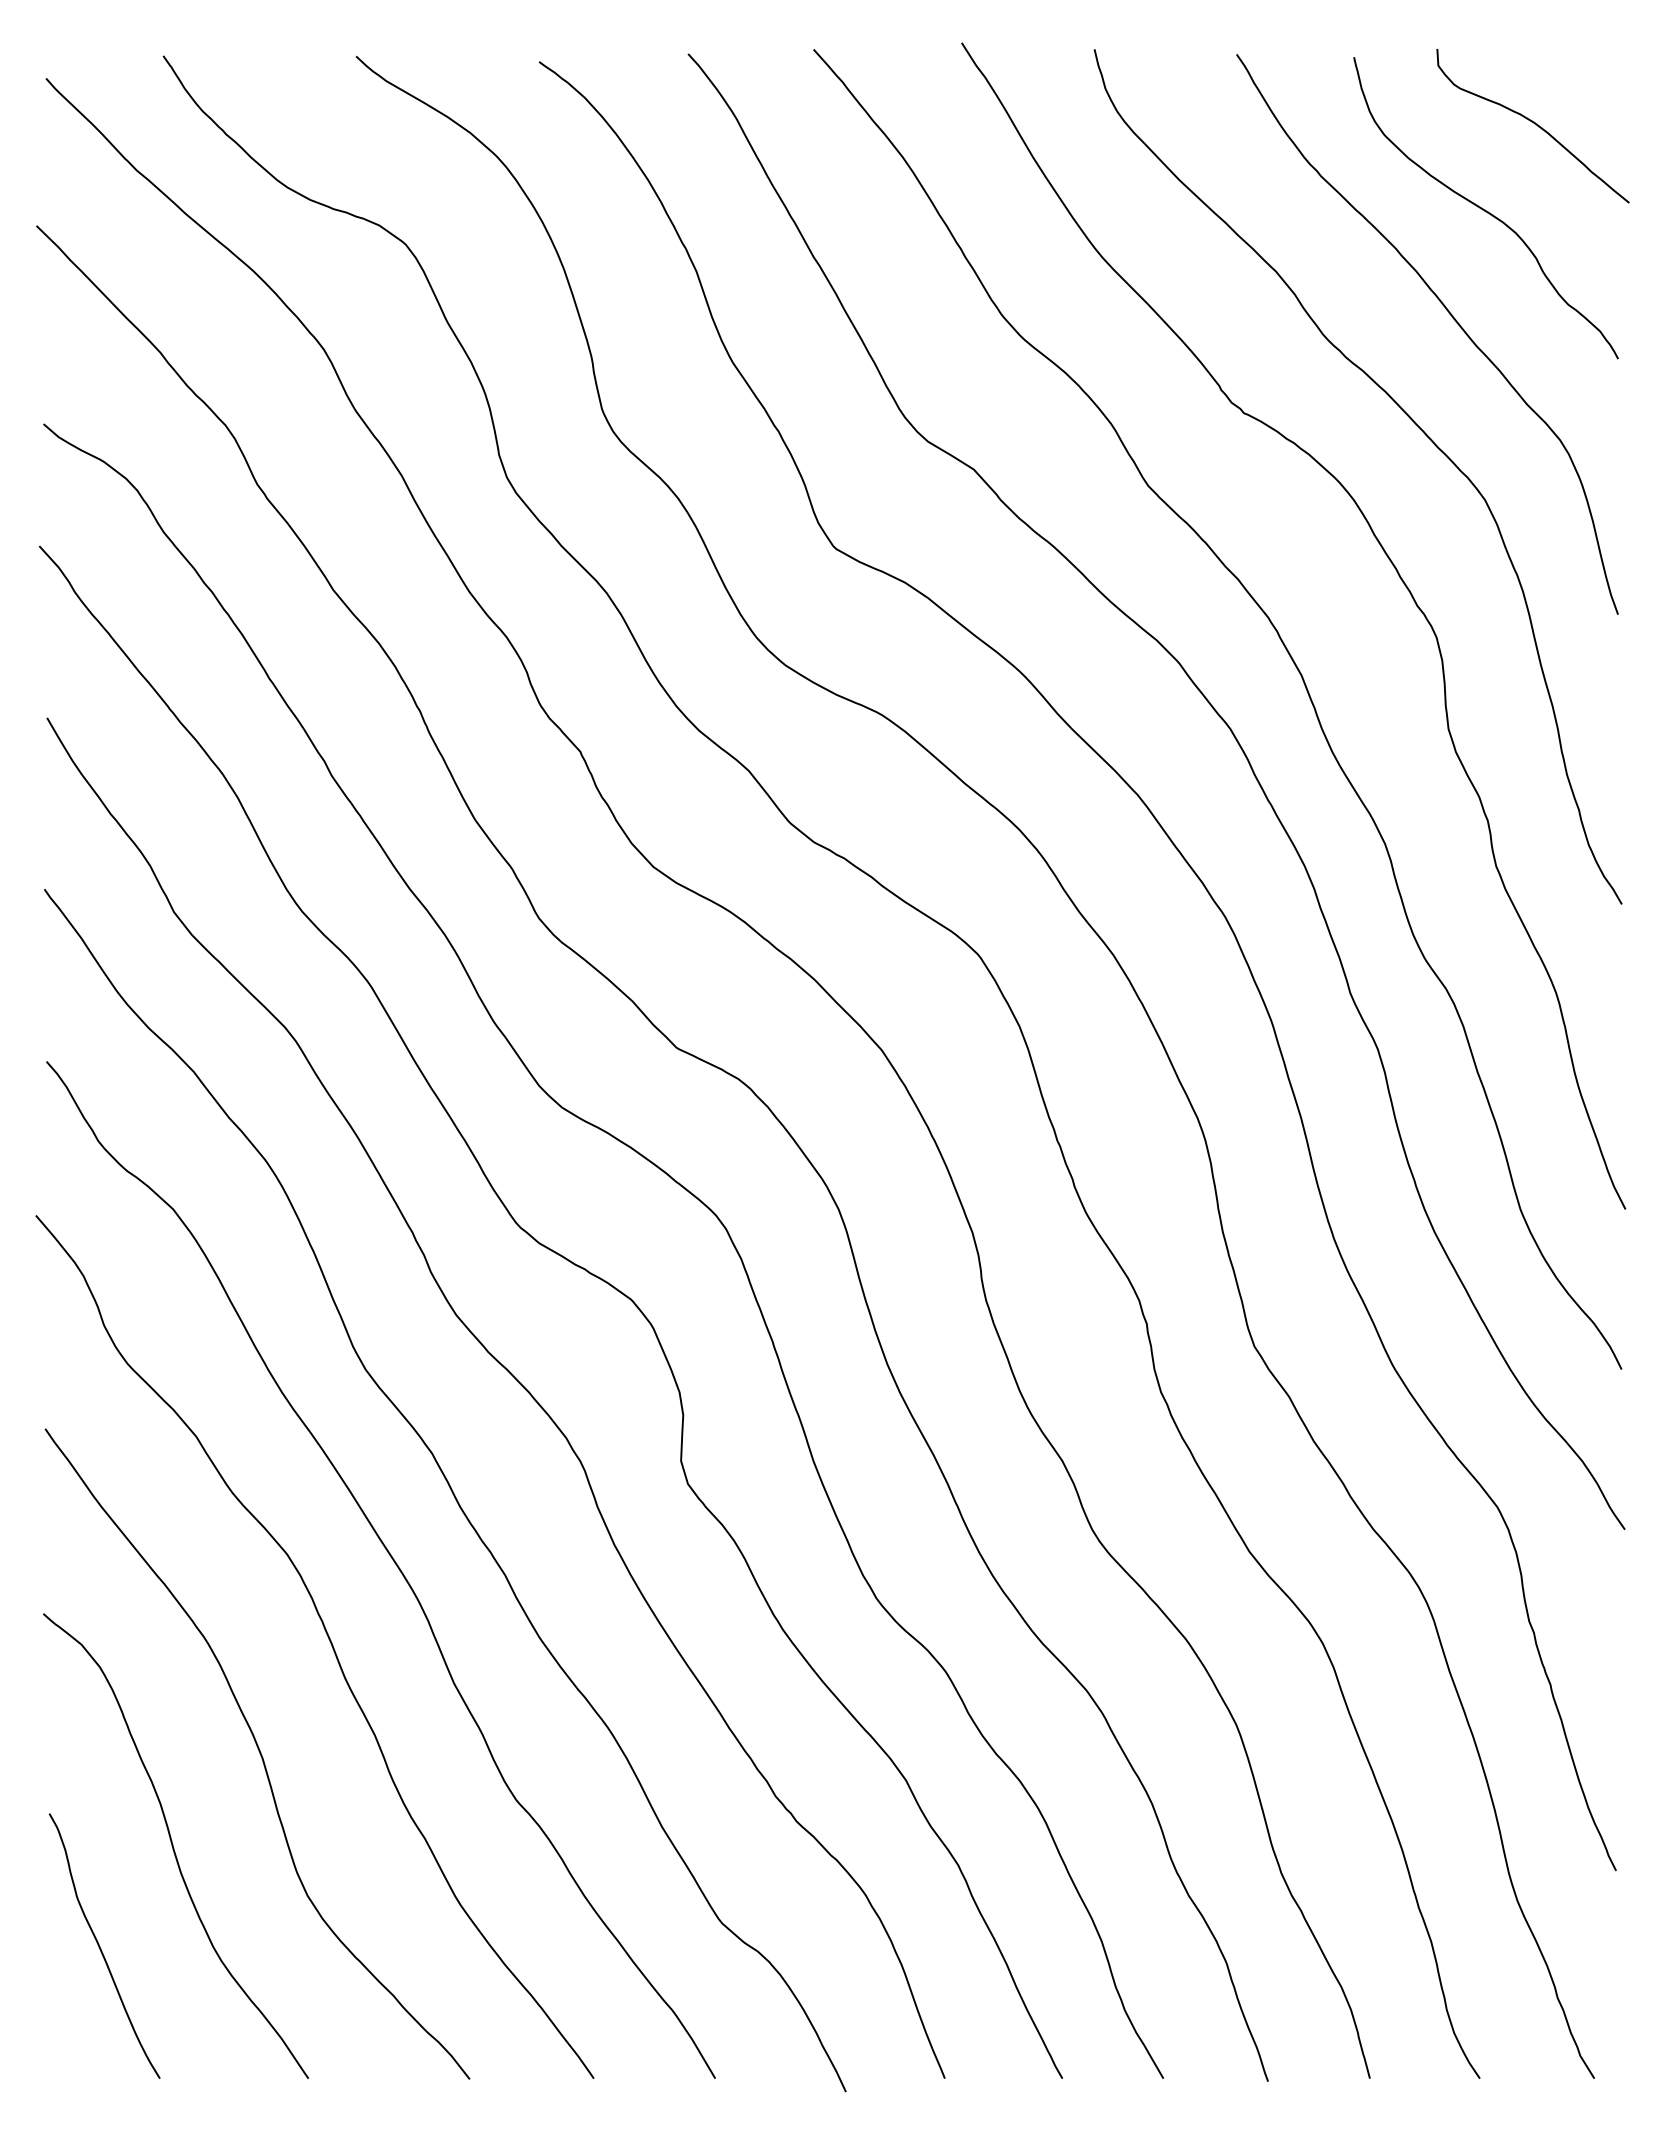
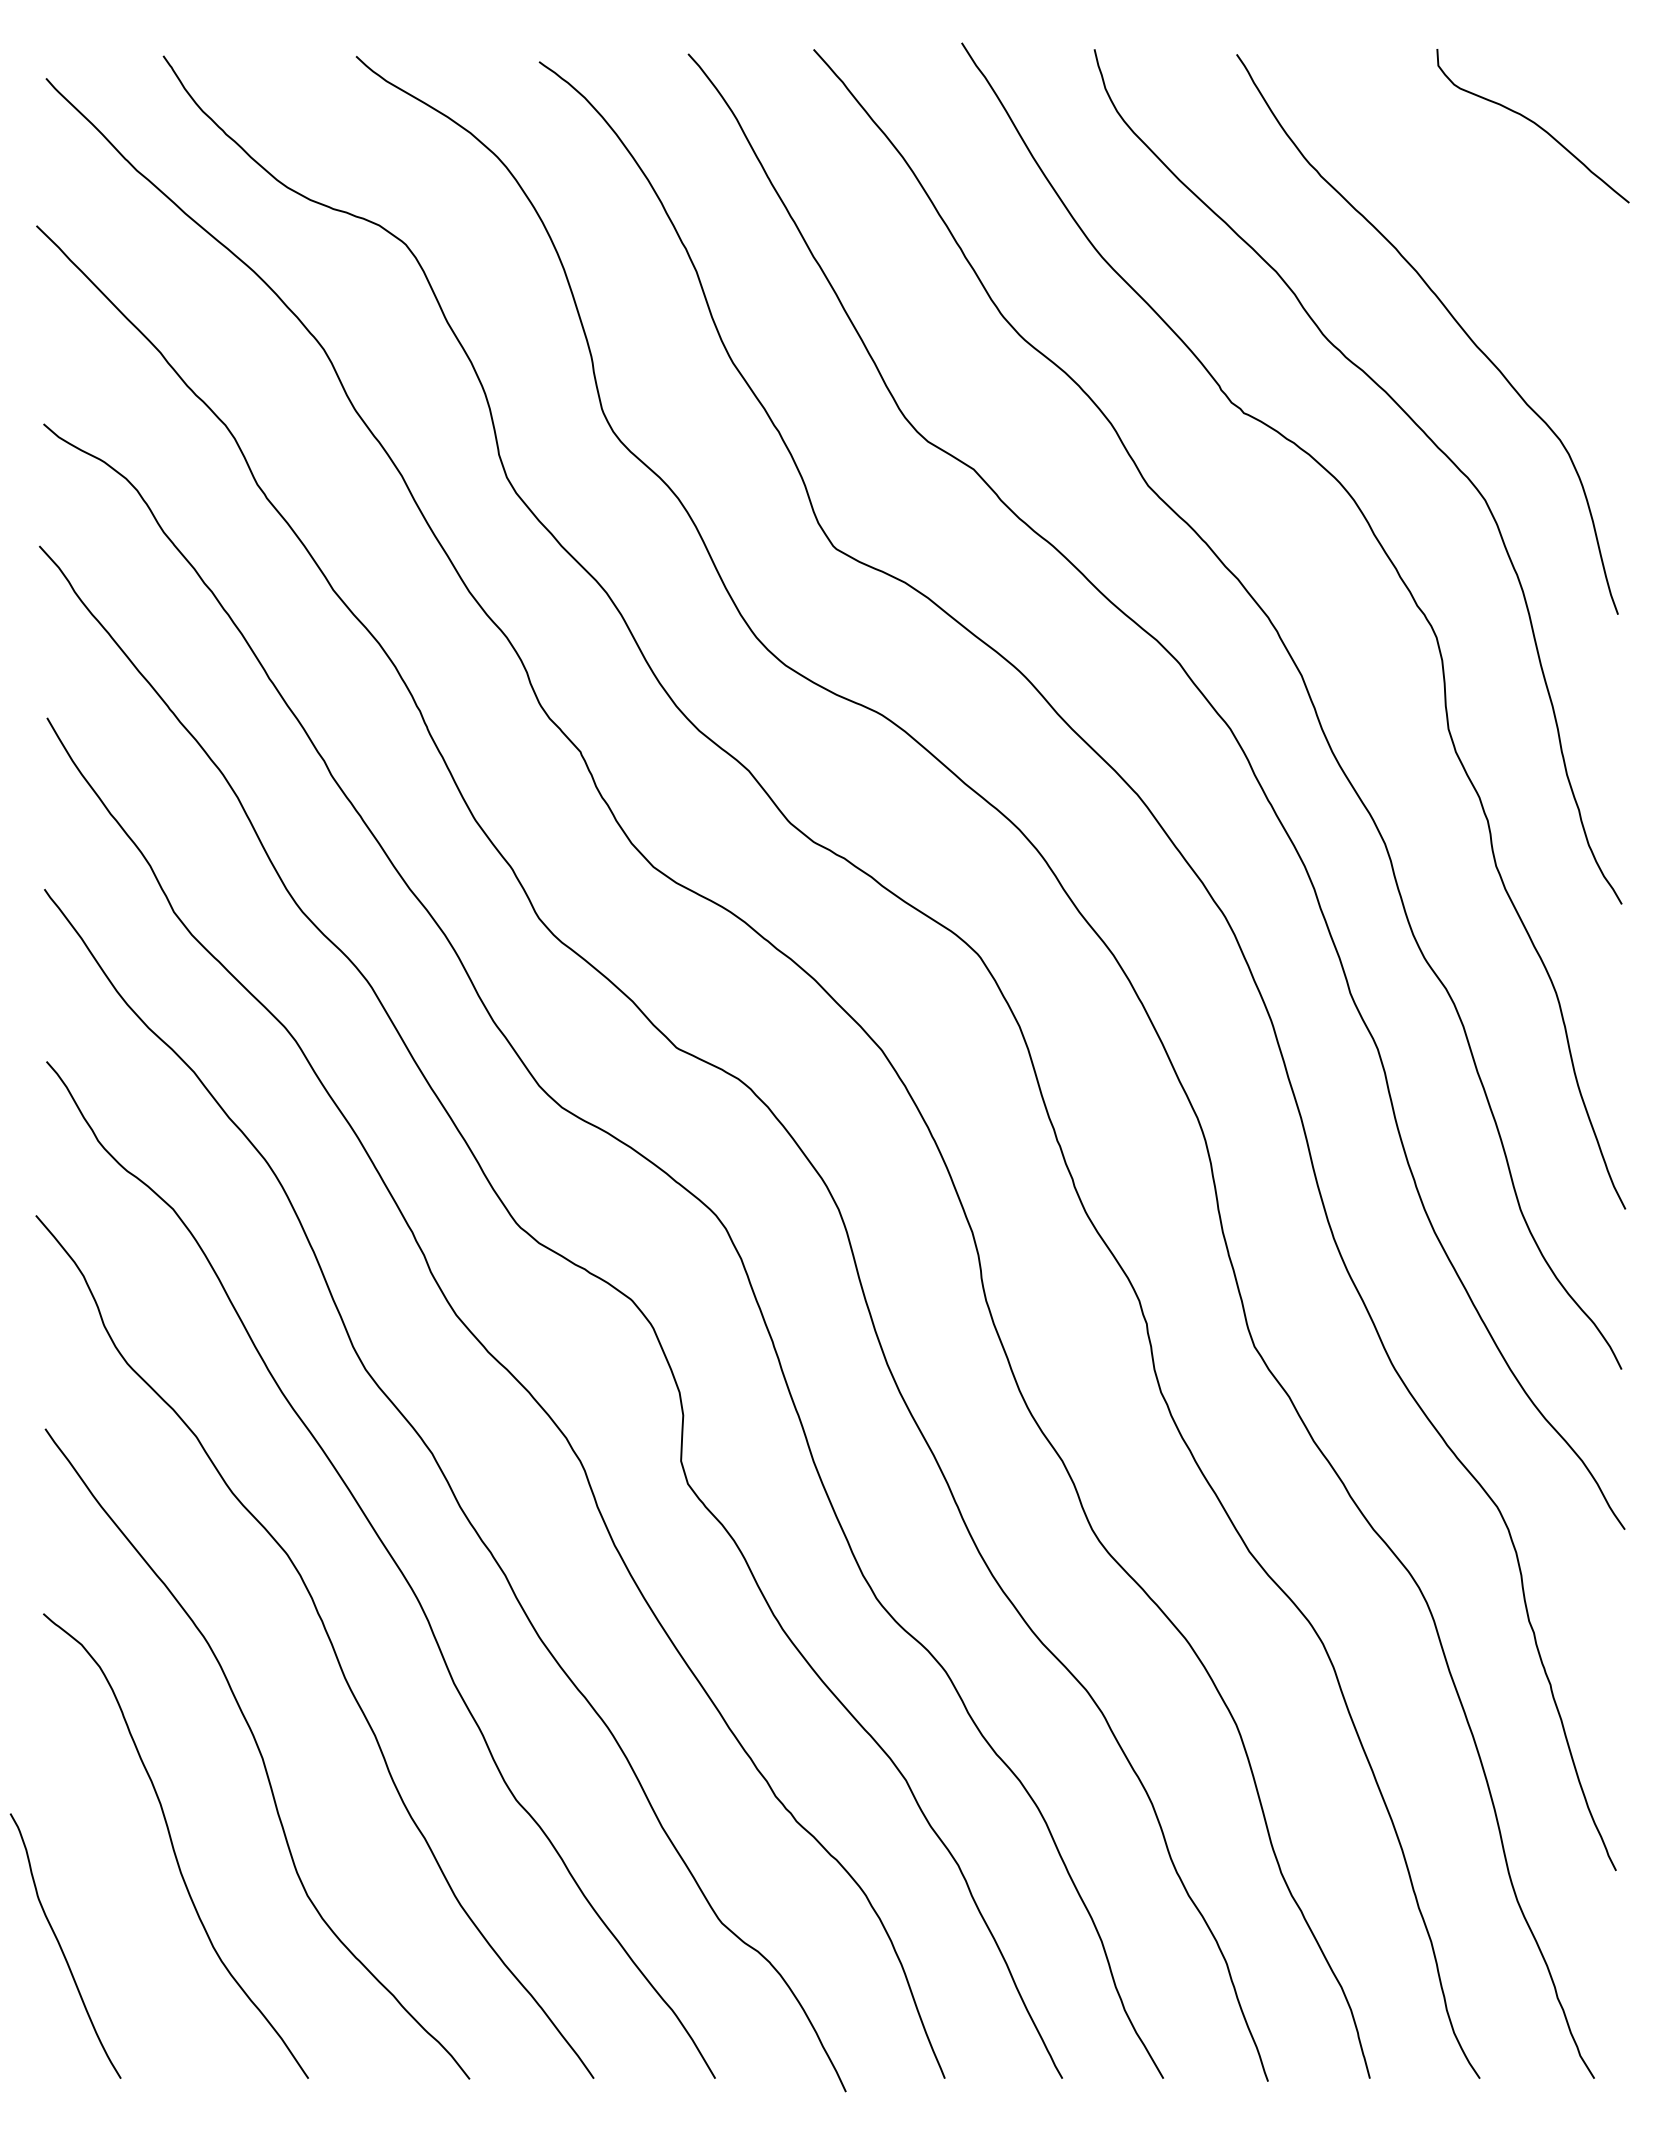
curve at (1485, 209): present -> none
curve at (100, 1946) position: (100, 1946) -> (61, 1946)
